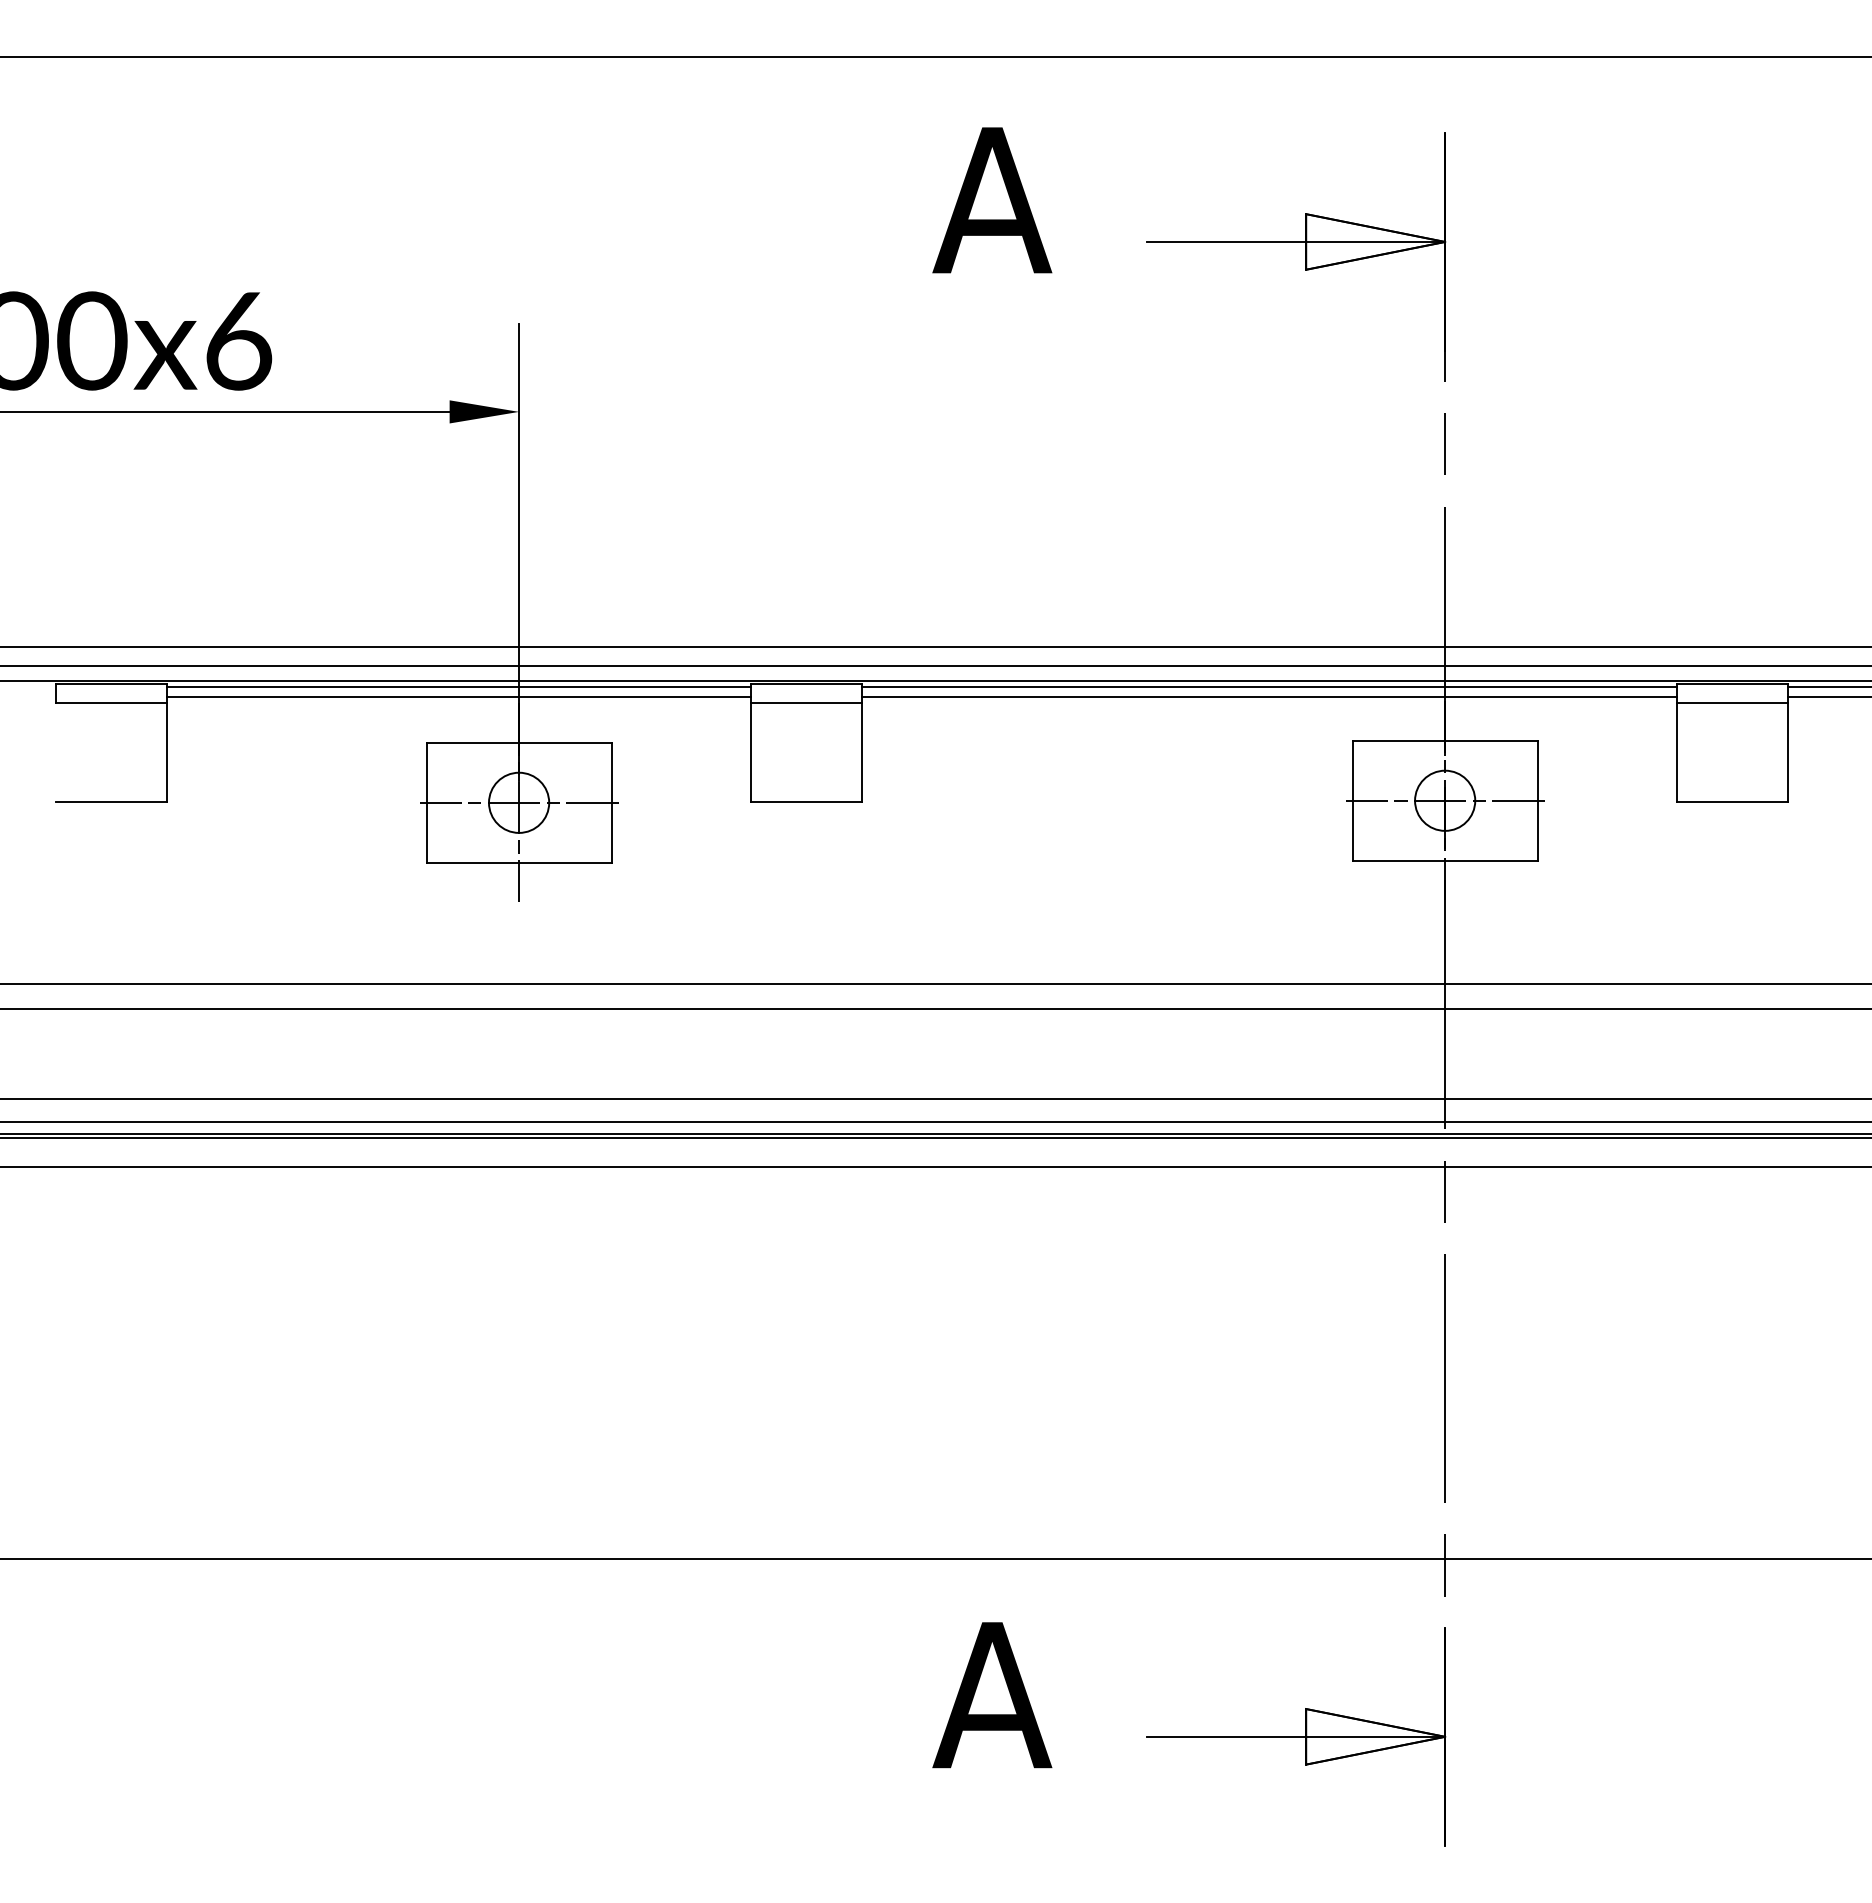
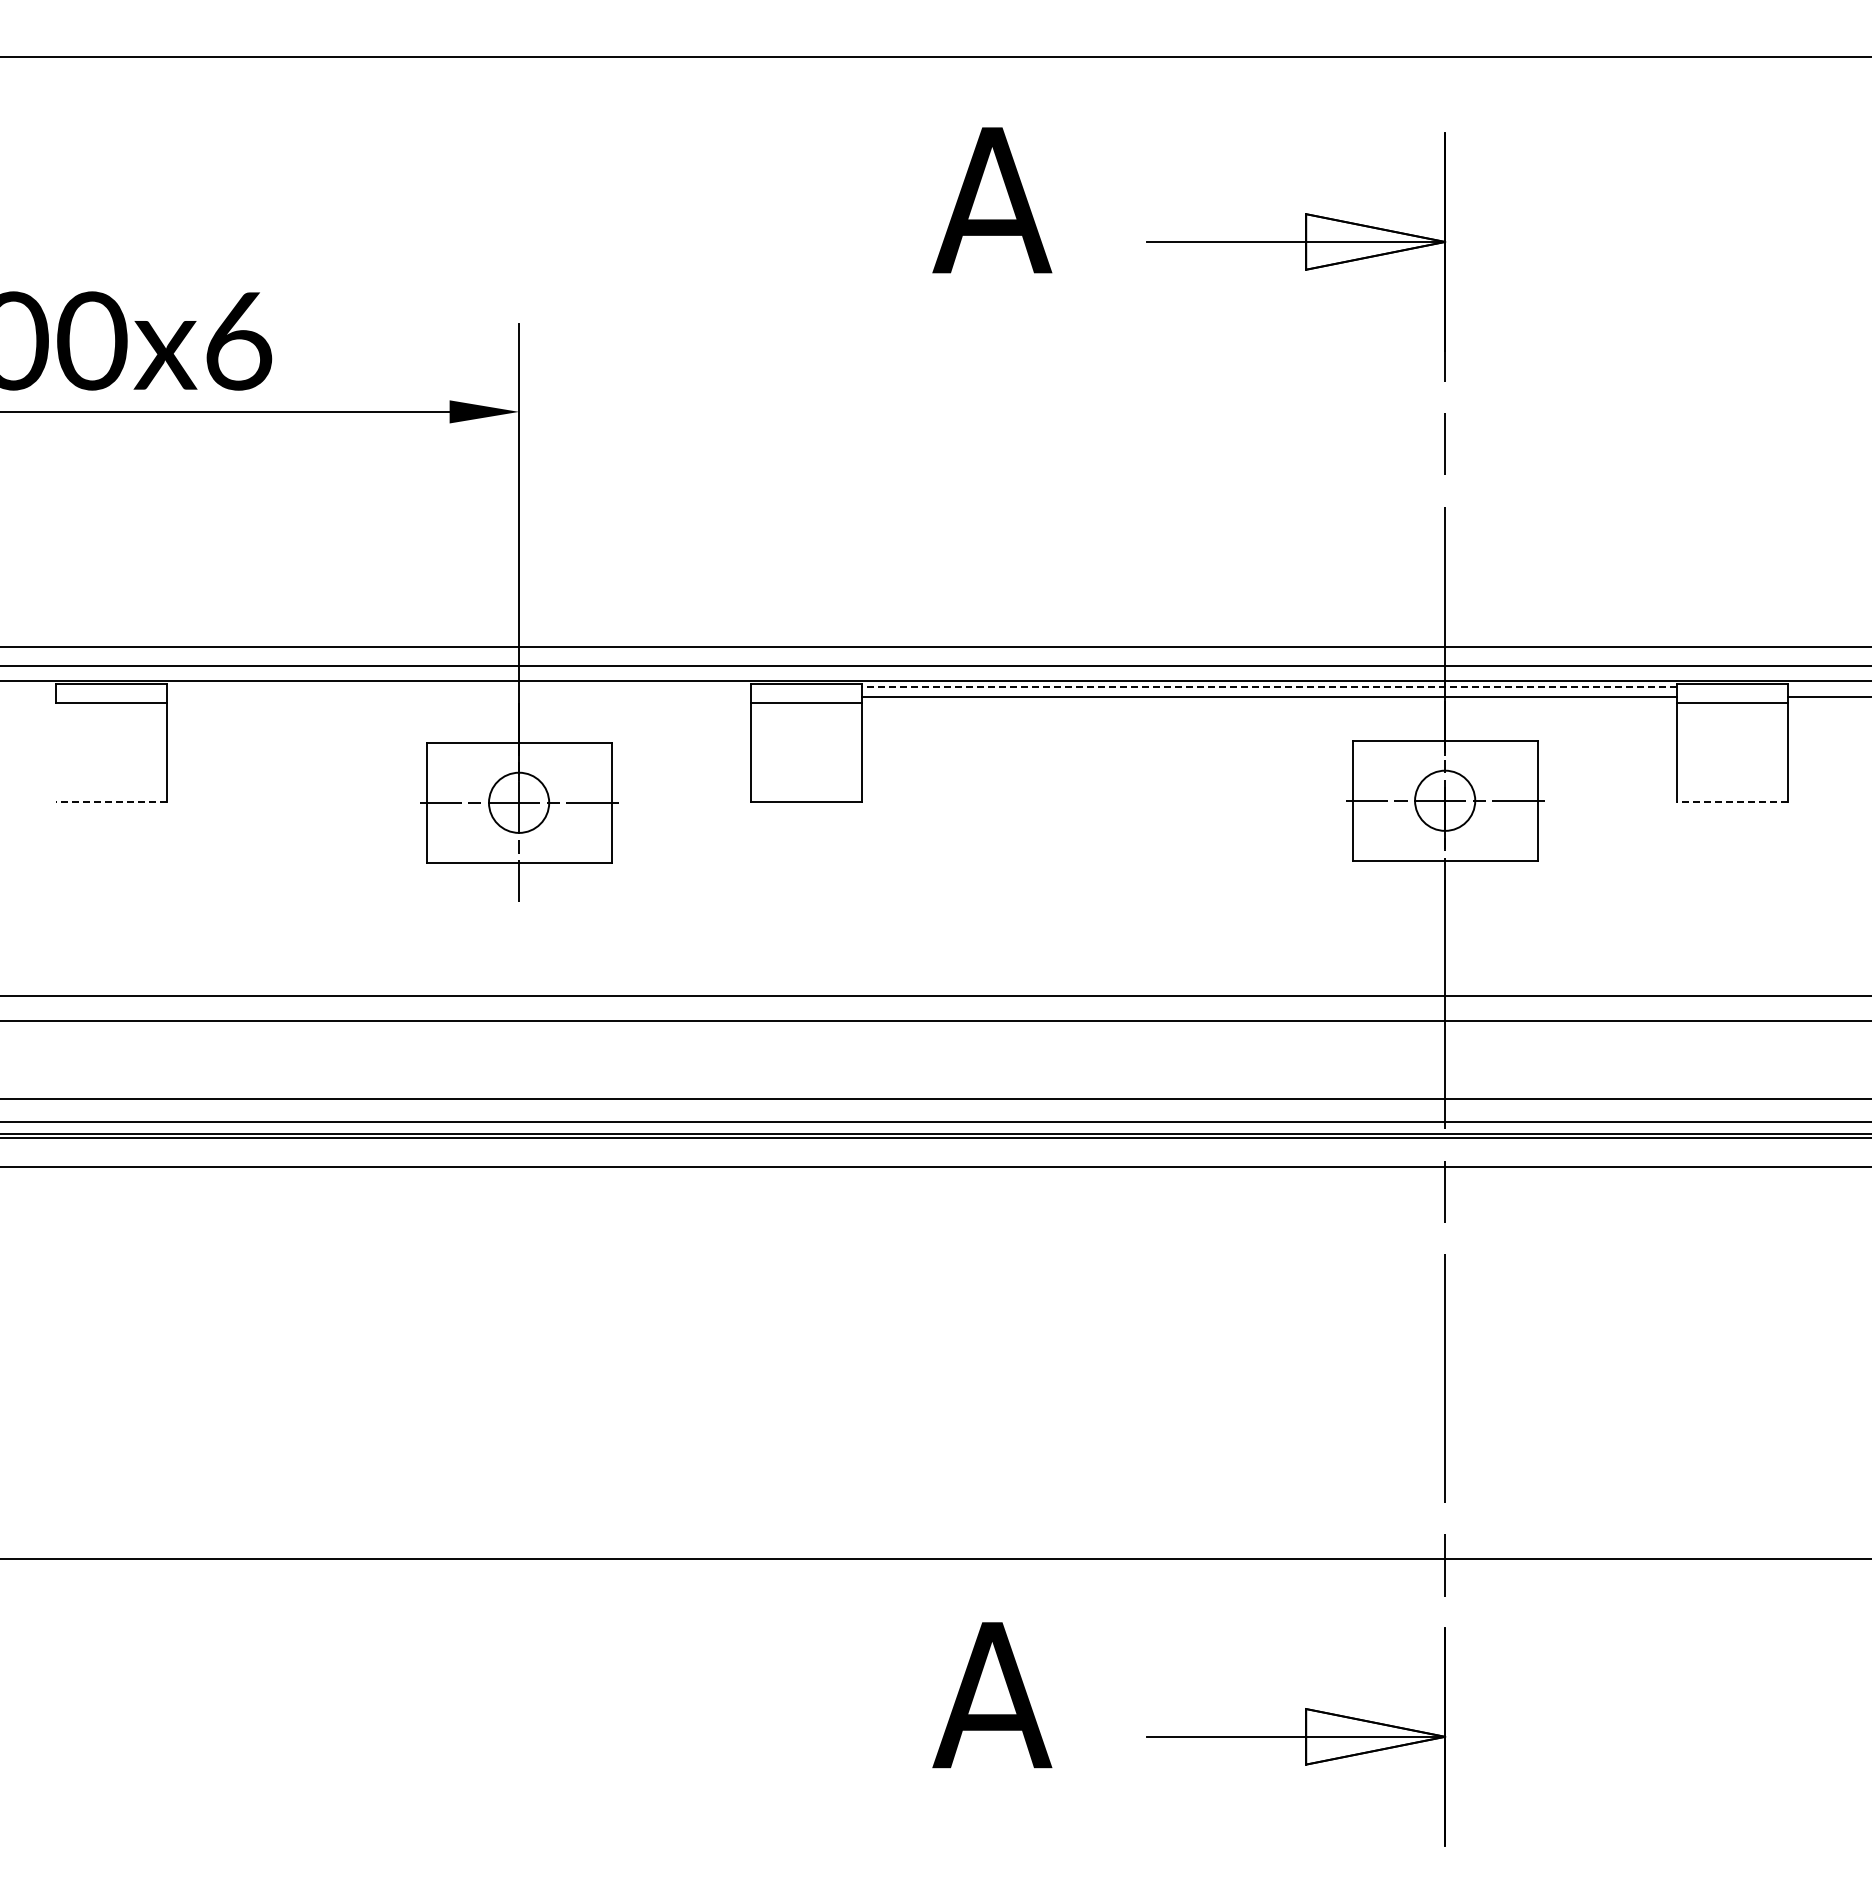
line at (458, 687): present -> none
line at (1268, 687): solid -> dashed
line at (1827, 687): present -> none
line at (458, 696): present -> none
line at (111, 802): solid -> dashed
line at (1732, 802): solid -> dashed
line at (935, 984) position: (935, 984) -> (935, 996)
line at (935, 1008) position: (935, 1008) -> (935, 1020)
